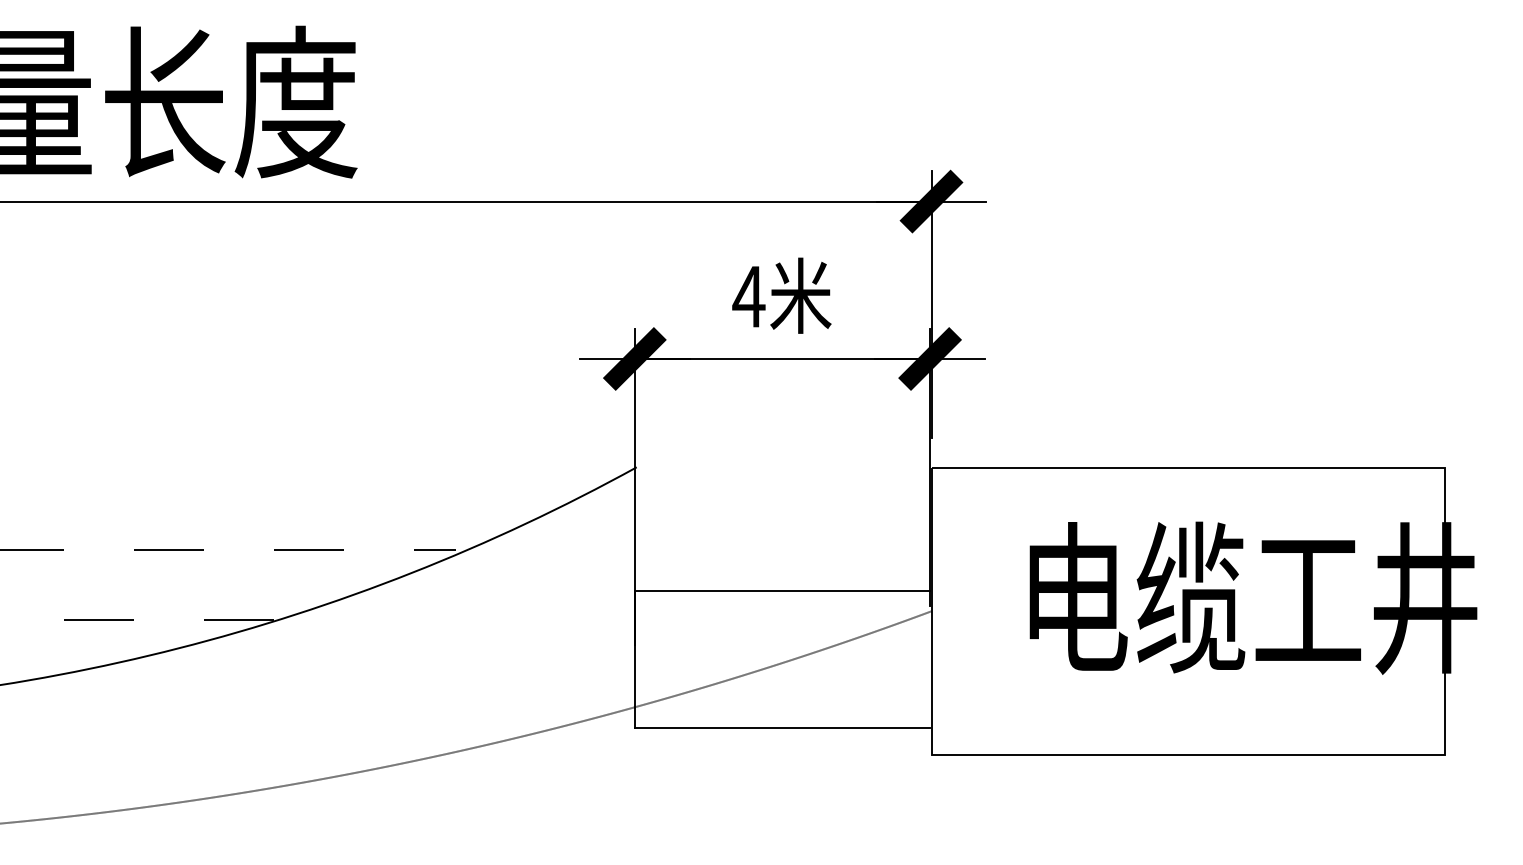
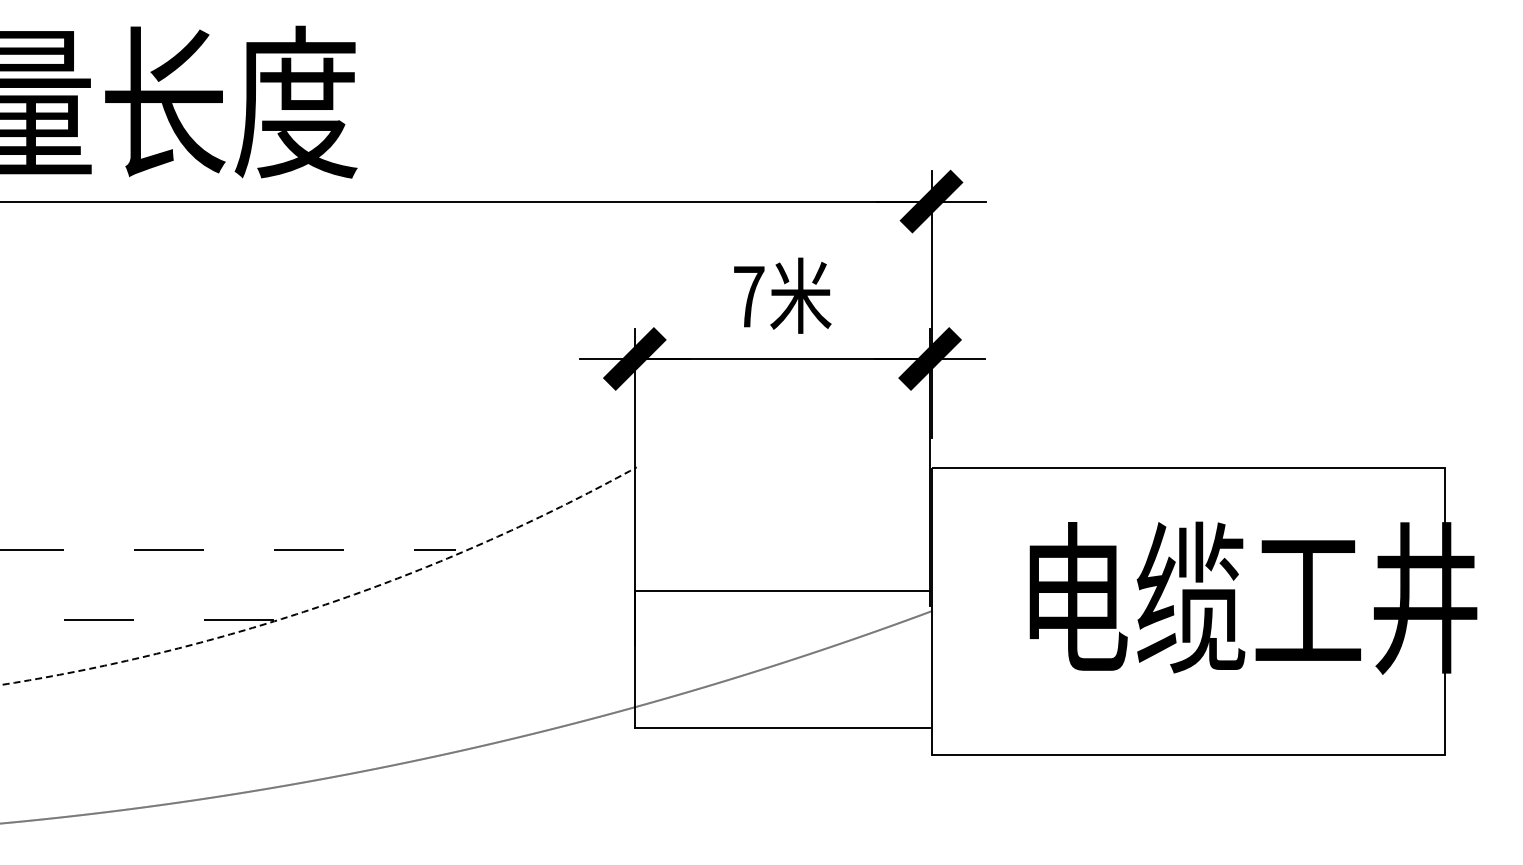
text at (748, 296): 4 -> 7
arc at (328, 603): solid -> dashed
